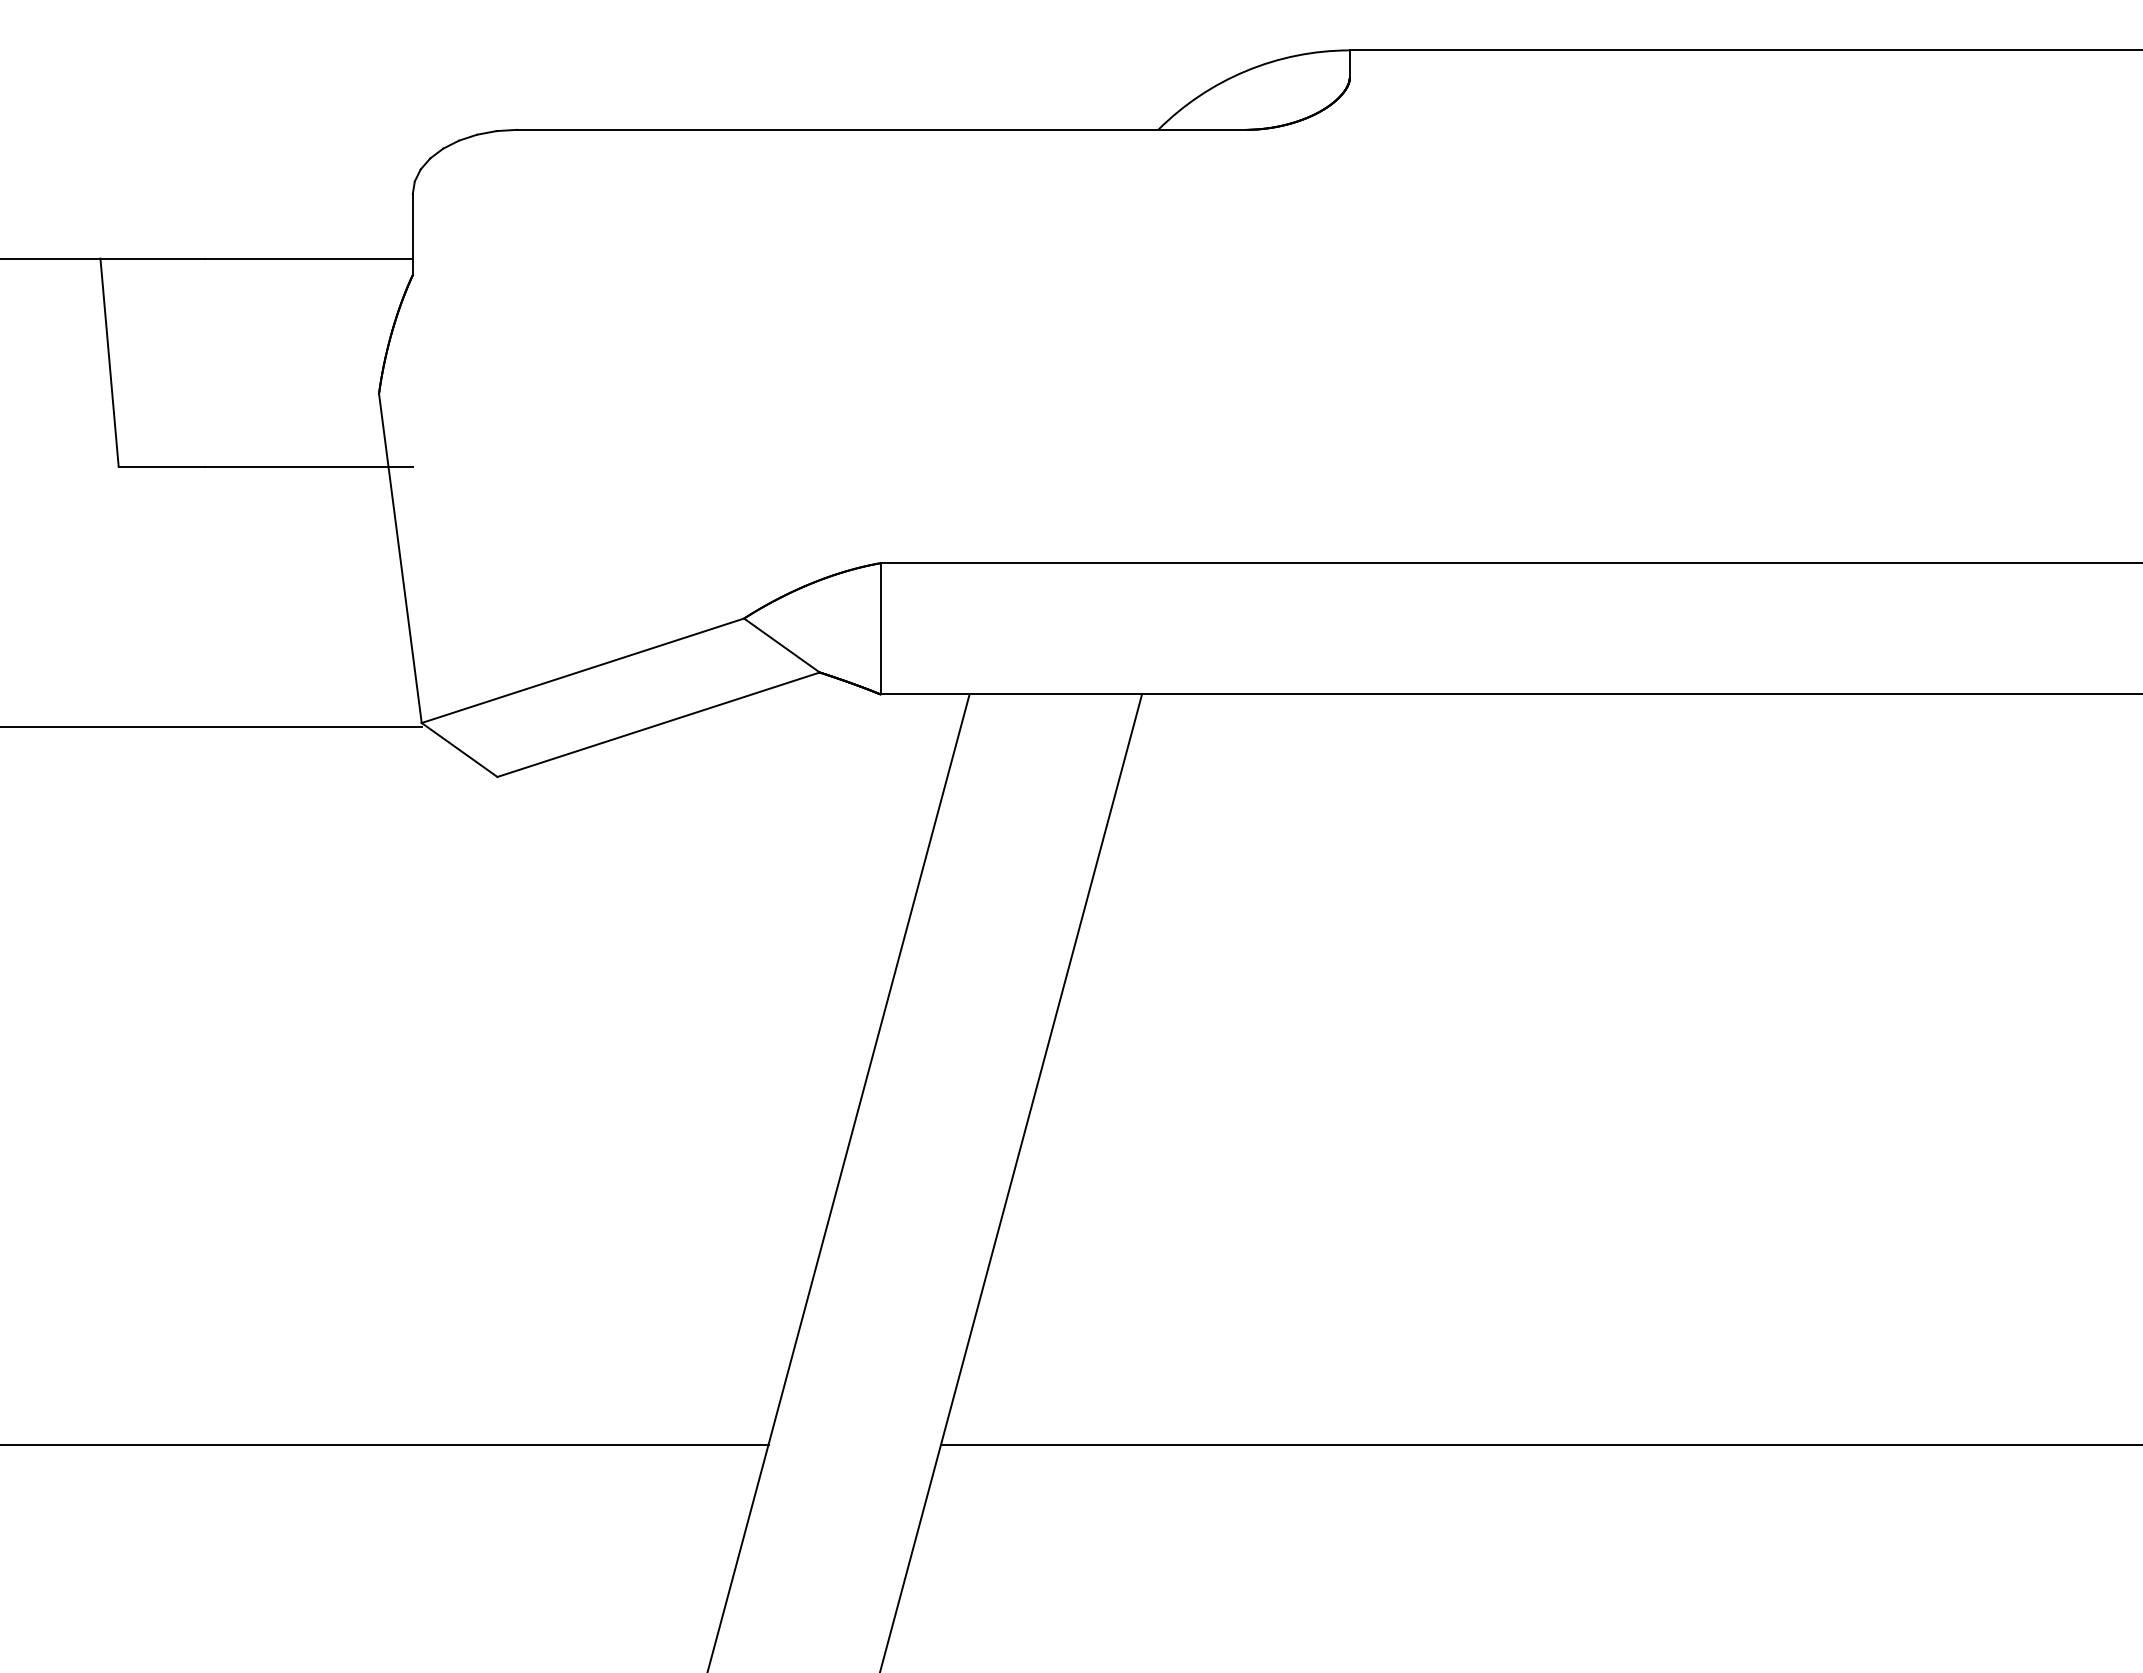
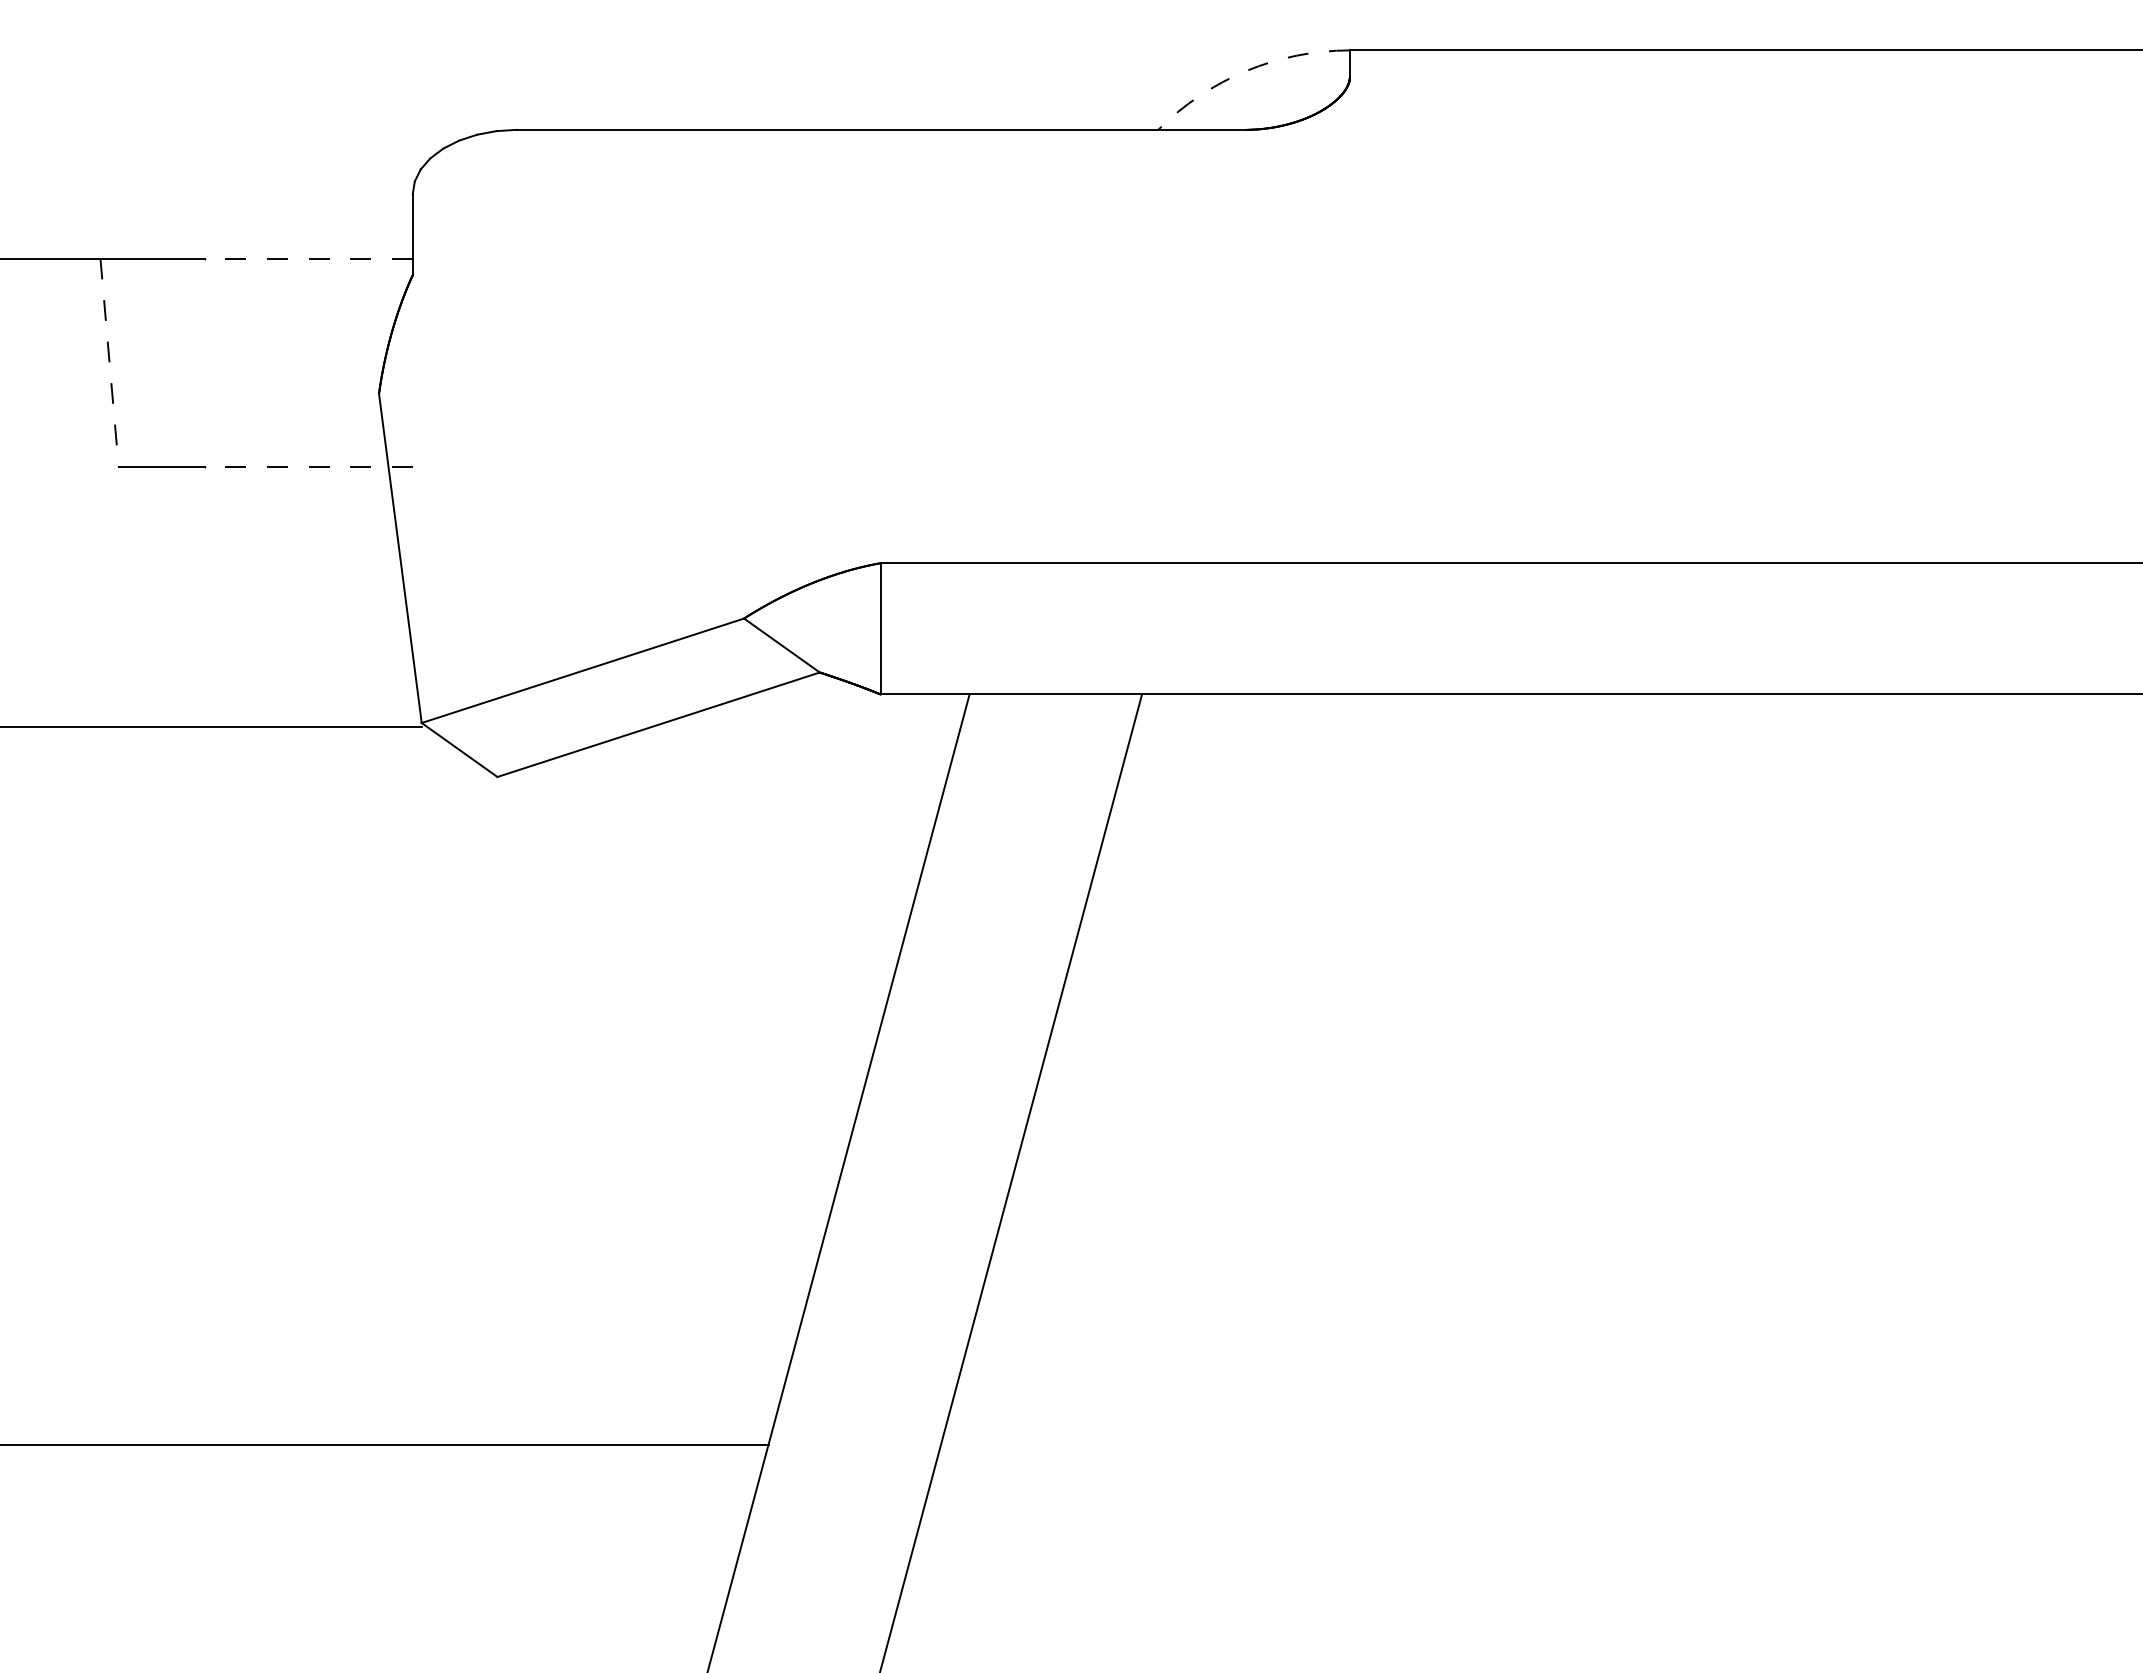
arc at (1246, 71): solid -> dashed
line at (308, 258): solid -> dashed
line at (109, 362): solid -> dashed
line at (308, 466): solid -> dashed
line at (1539, 1444): present -> none
